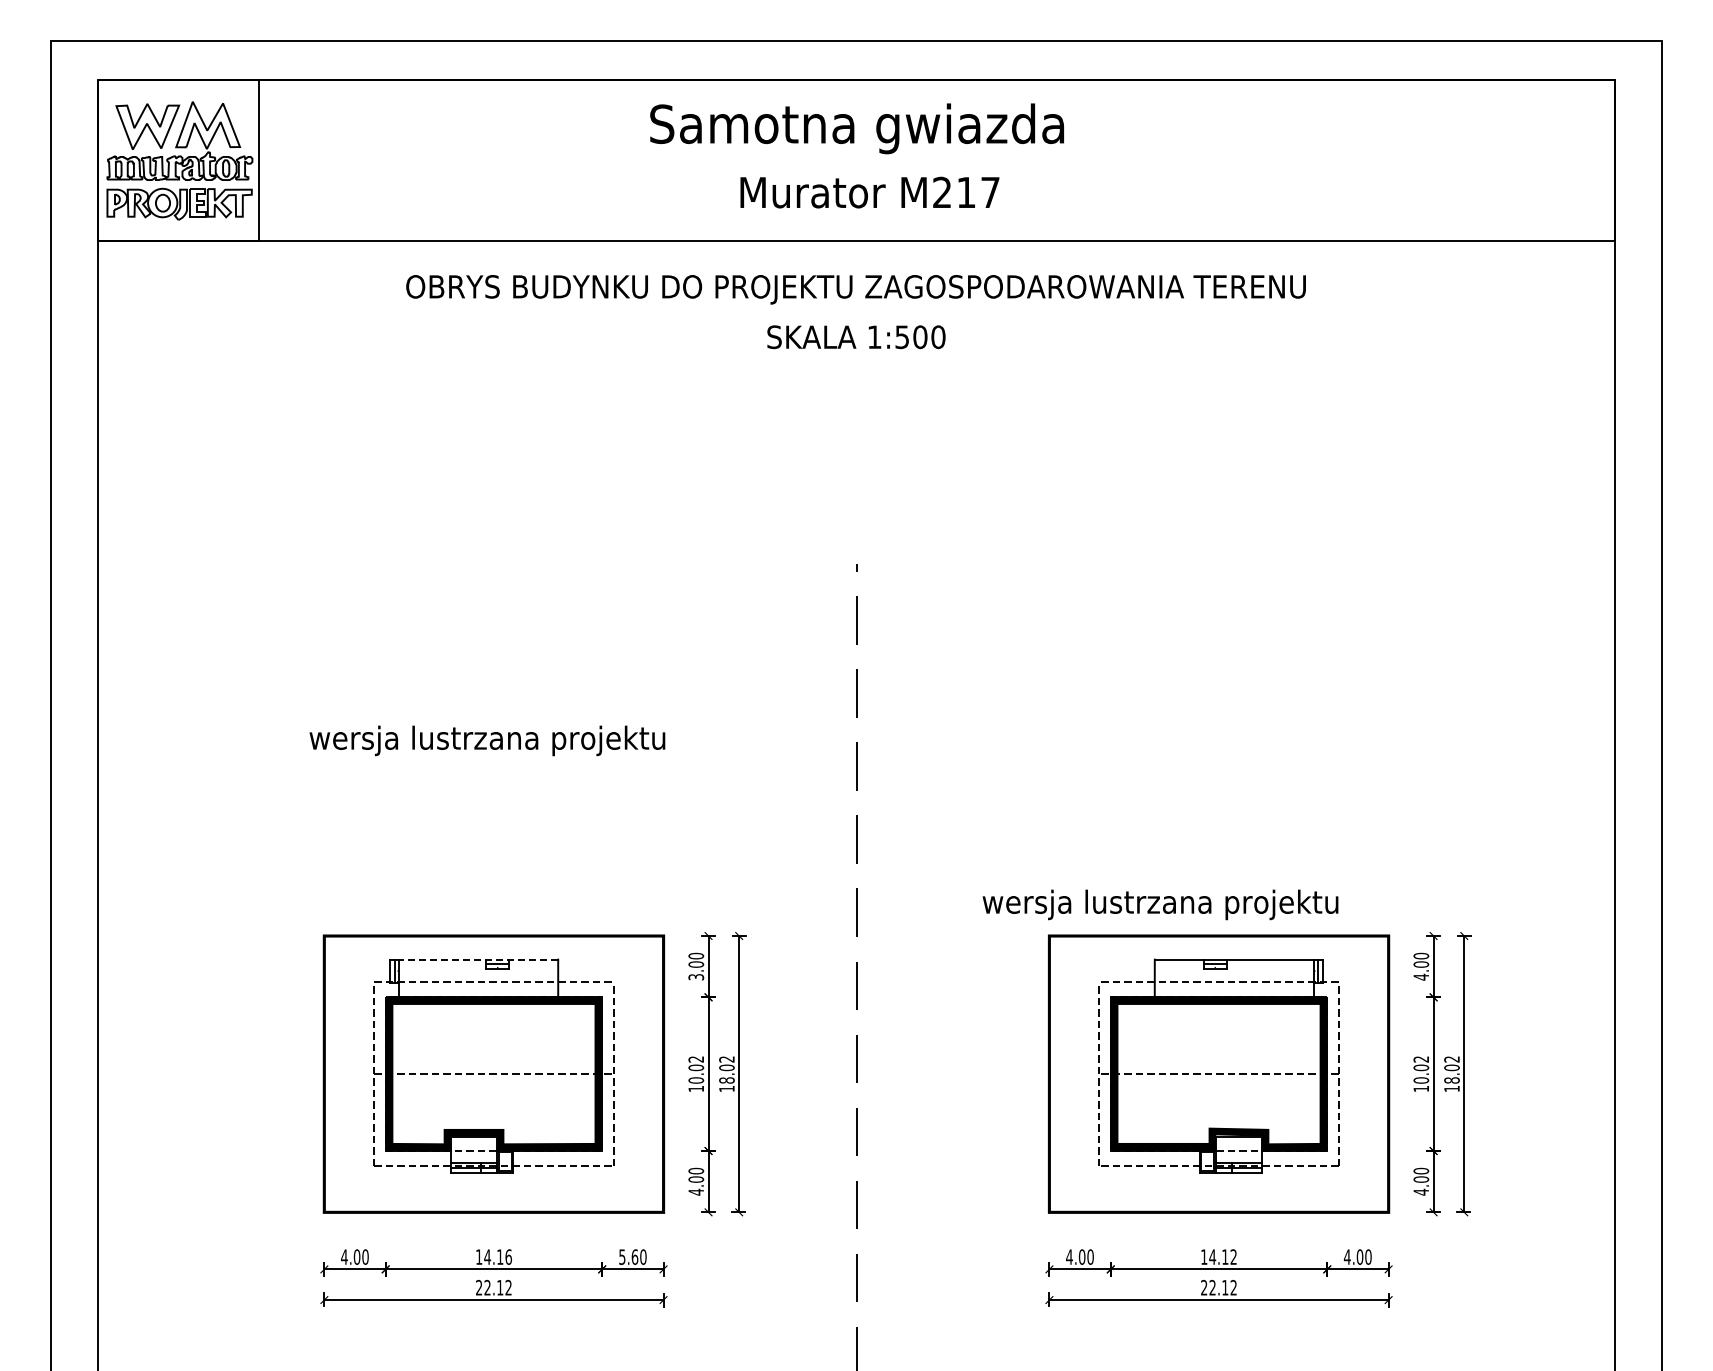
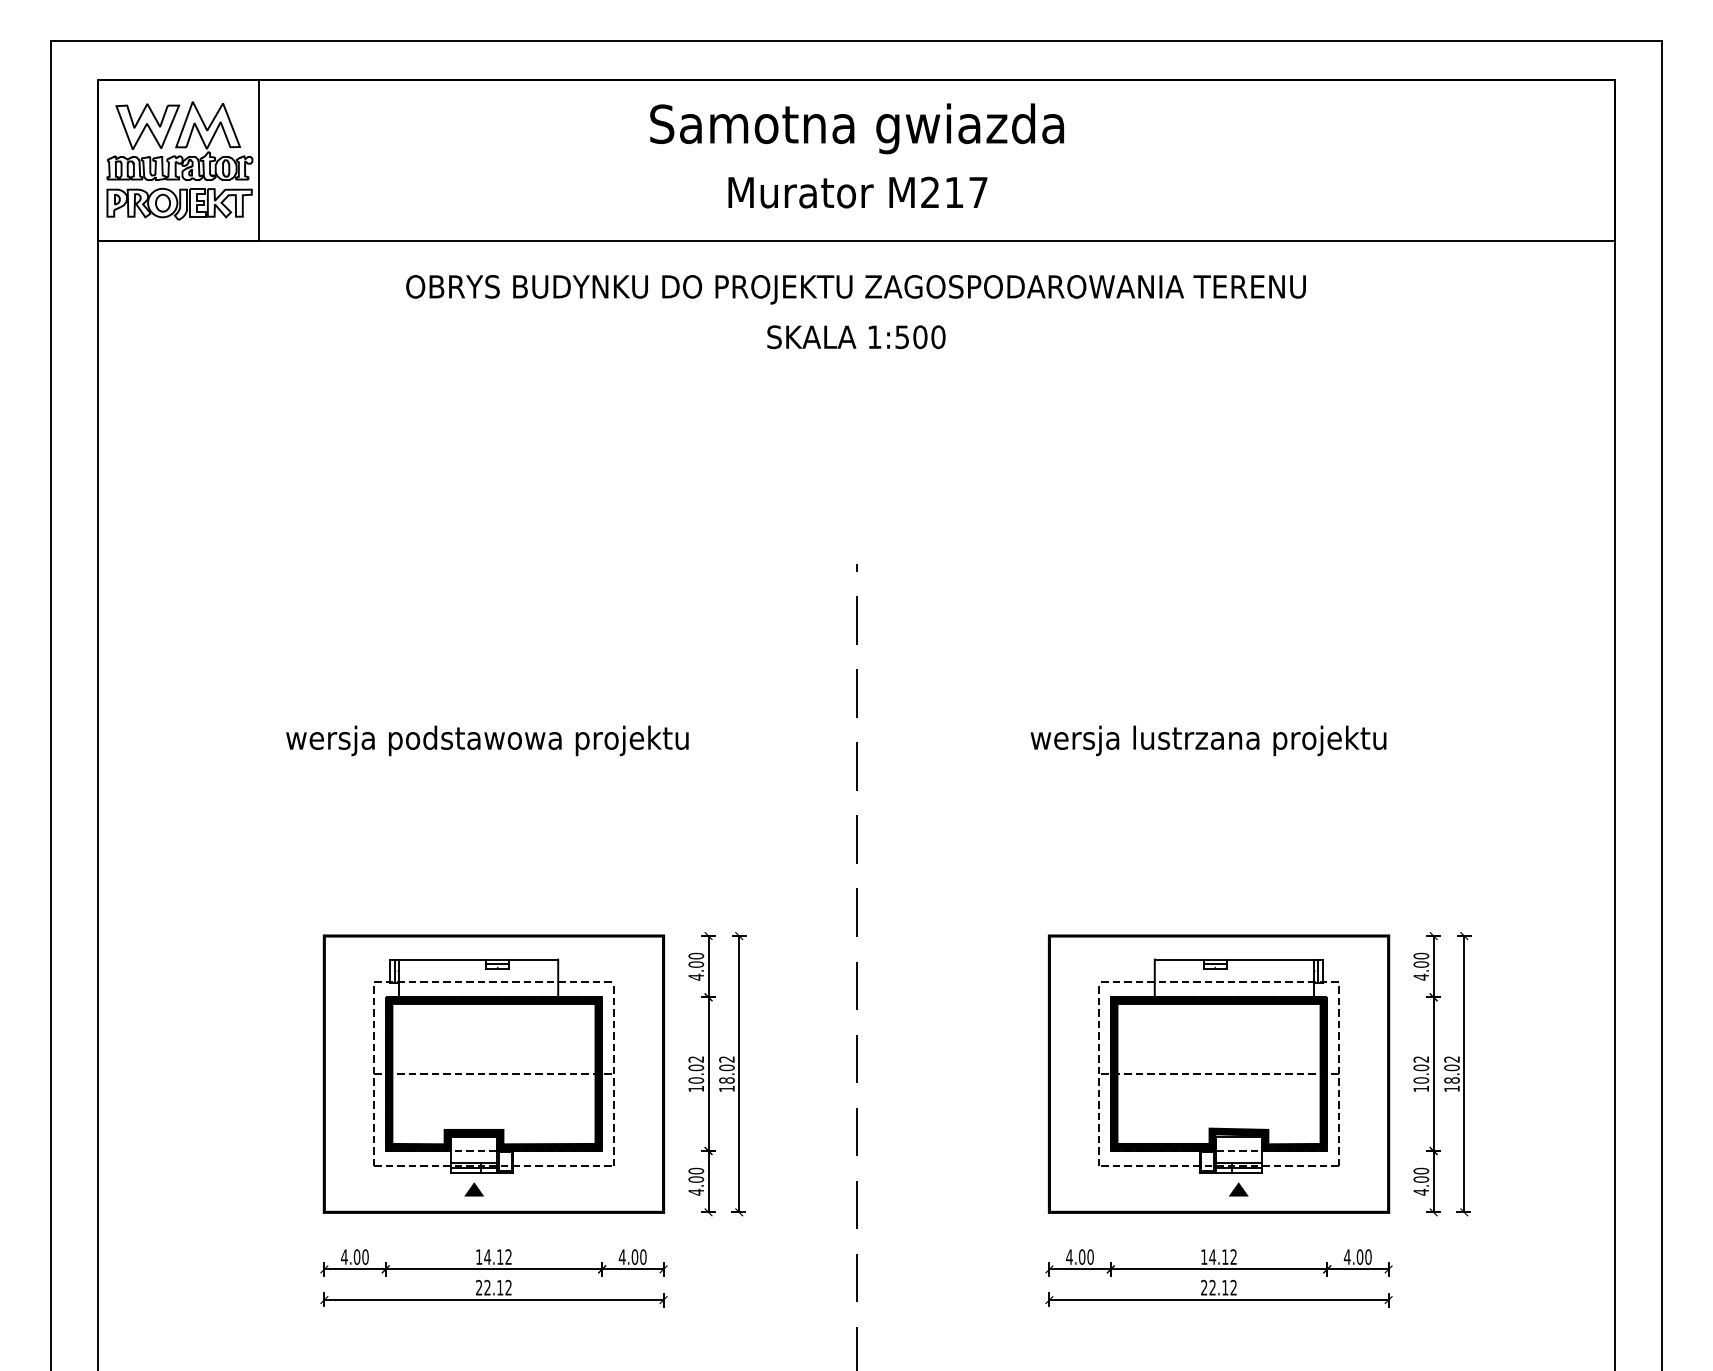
text at (869, 192) position: (869, 192) -> (857, 192)
text at (487, 740): wersja lustrzana projektu -> wersja podstawowa projektu
text at (1160, 904) position: (1160, 904) -> (1208, 740)
line at (478, 959): dashed -> solid
text at (696, 976): 3.00 -> 4.00
fill at (474, 1189): none -> present
fill at (1238, 1189): none -> present
text at (508, 1256): 14.16 -> 14.12
text at (628, 1256): 5.60 -> 4.00
